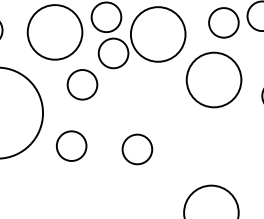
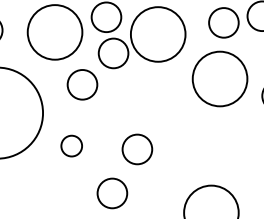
circle at (213, 79) position: (213, 79) -> (219, 78)
circle at (71, 145) size: 32x32 px -> 23x24 px
circle at (112, 193): none -> present
